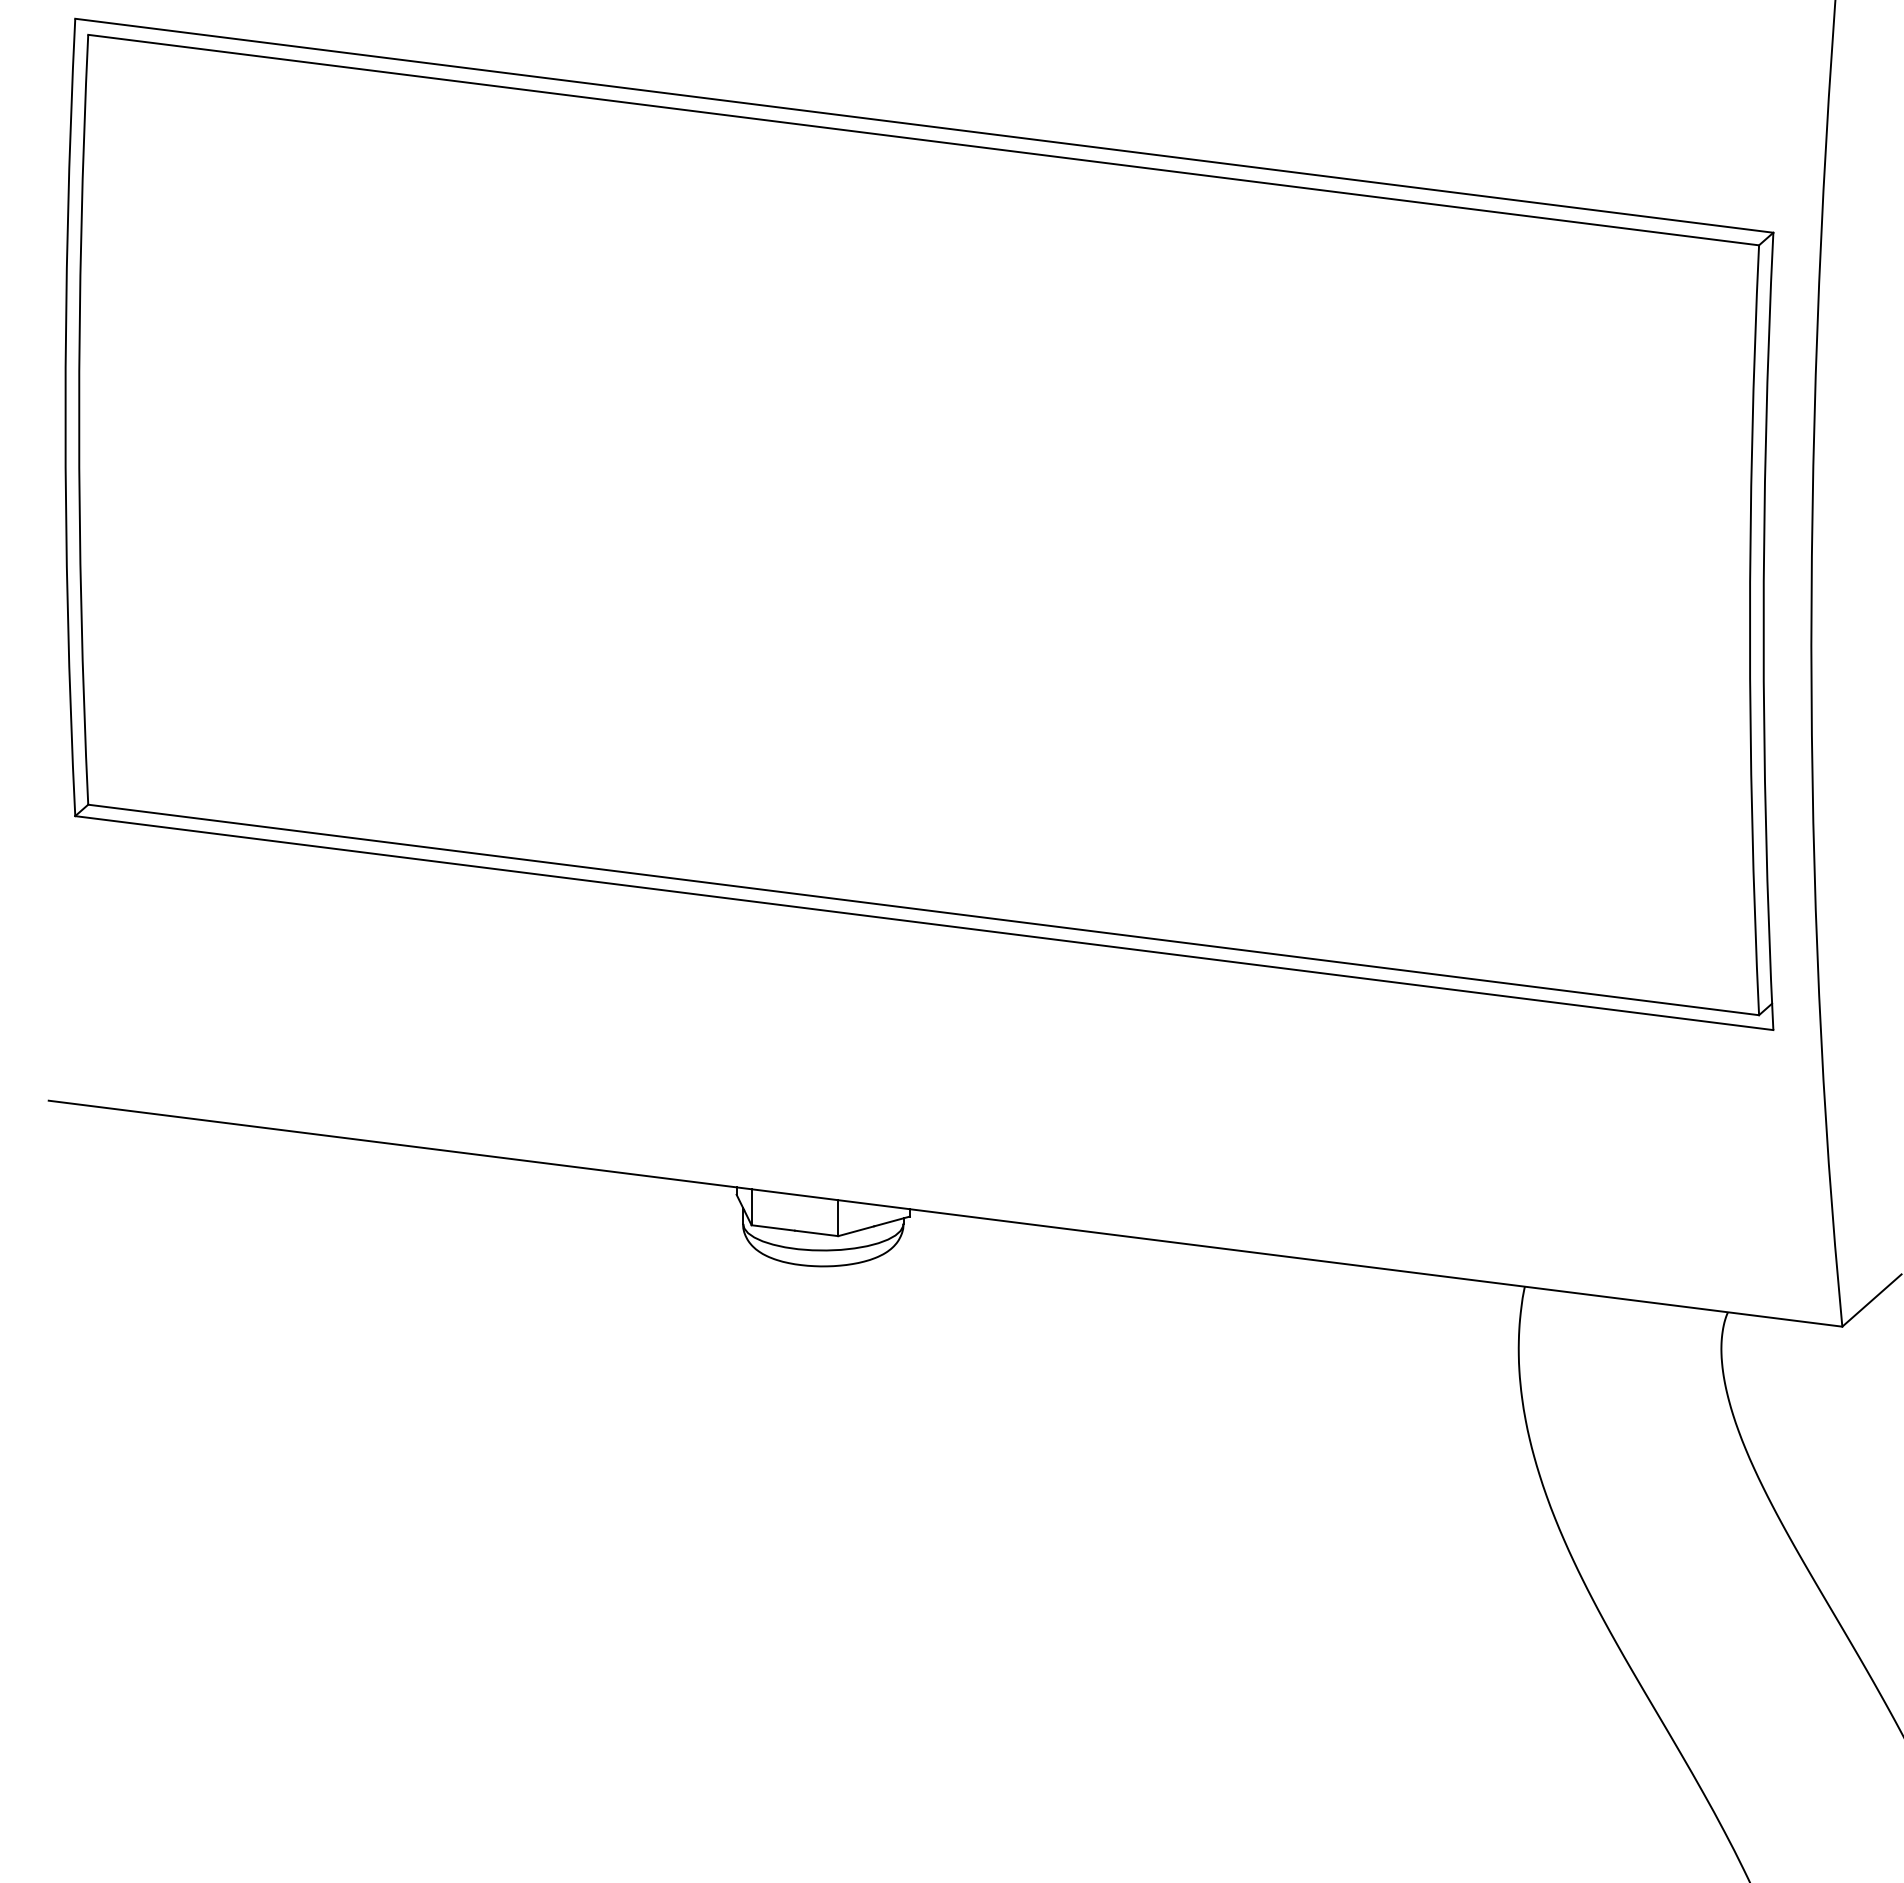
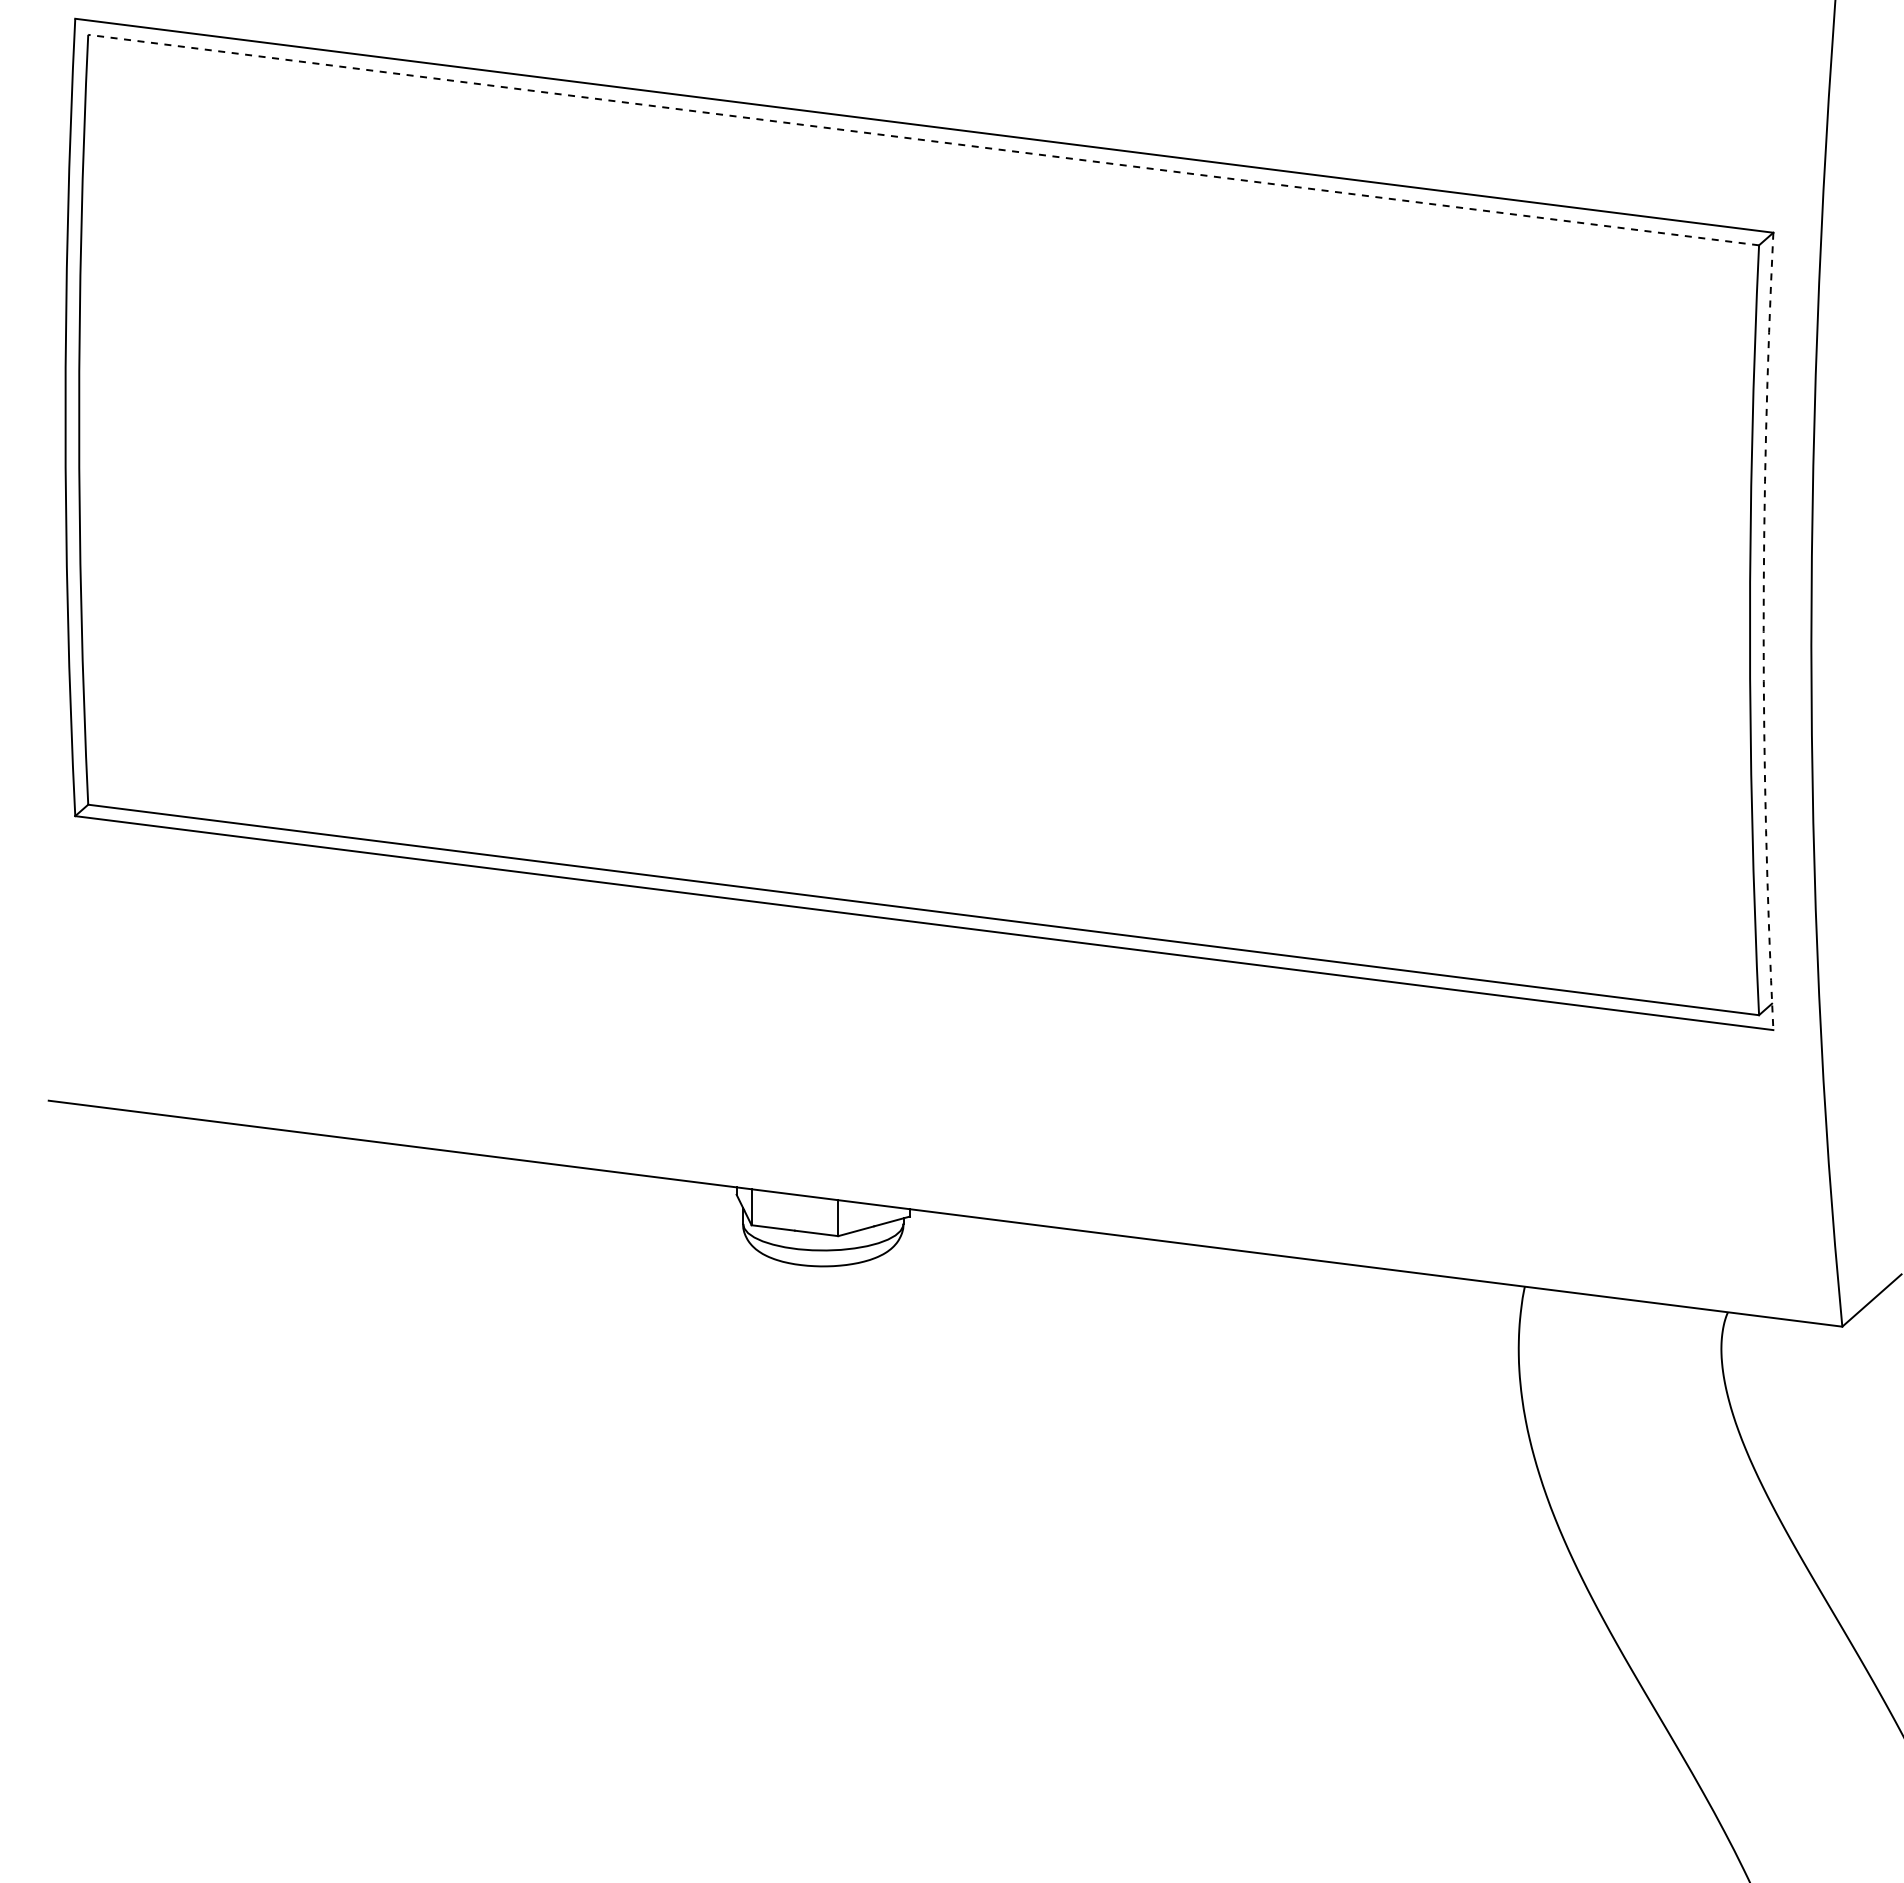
line at (923, 140): solid -> dashed
arc at (1763, 631): solid -> dashed
